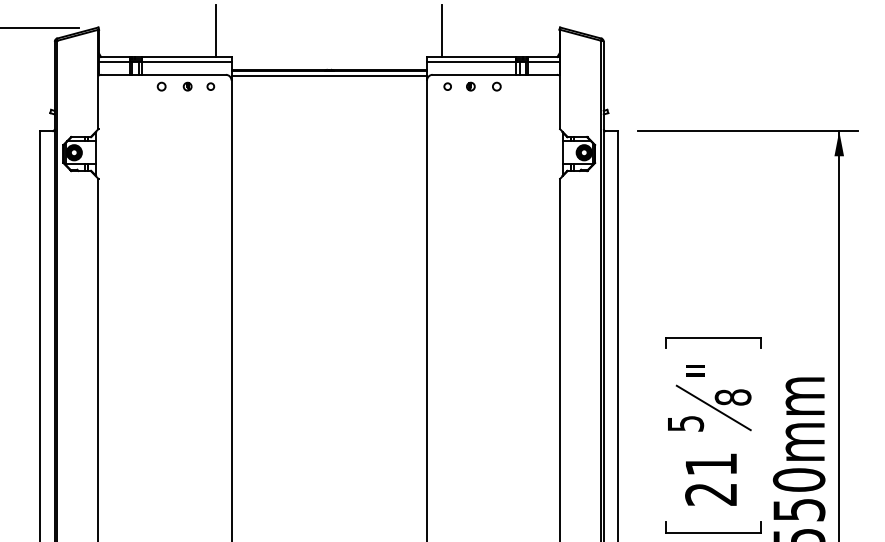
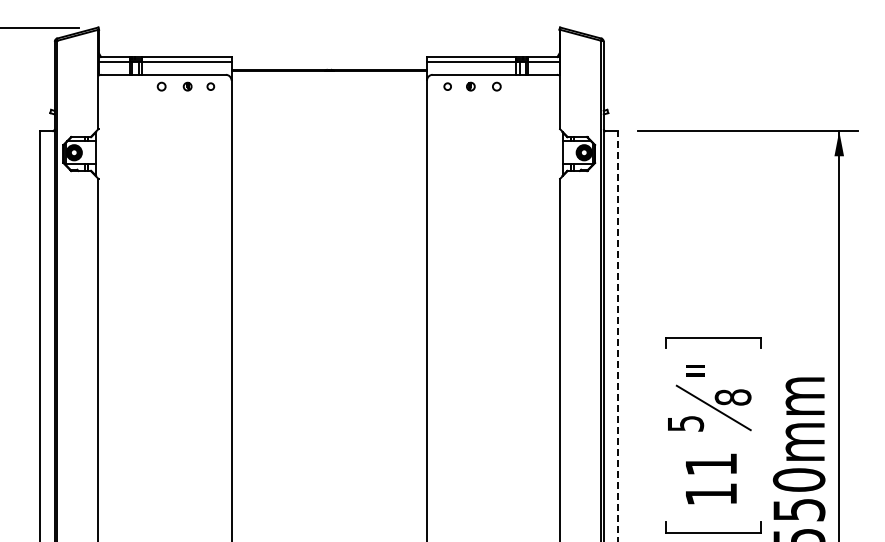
line at (216, 30): present -> none
line at (442, 30): present -> none
line at (329, 75): present -> none
line at (618, 336): solid -> dashed
text at (710, 494): 21 -> 11
